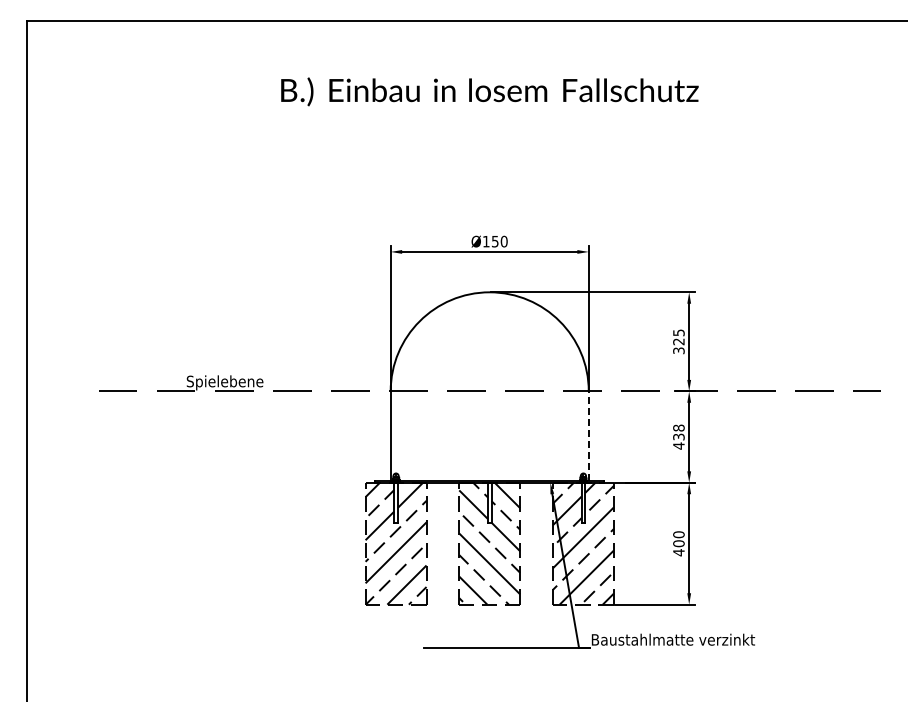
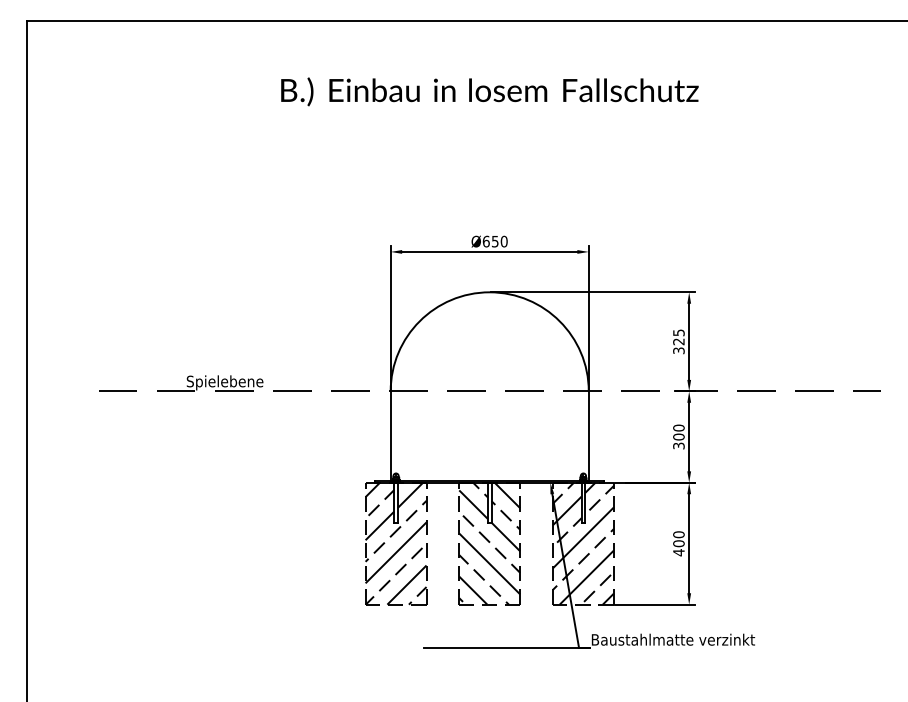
text at (485, 241): Ø150 -> Ø650
line at (588, 436): dashed -> solid
text at (678, 436): 438 -> 300
